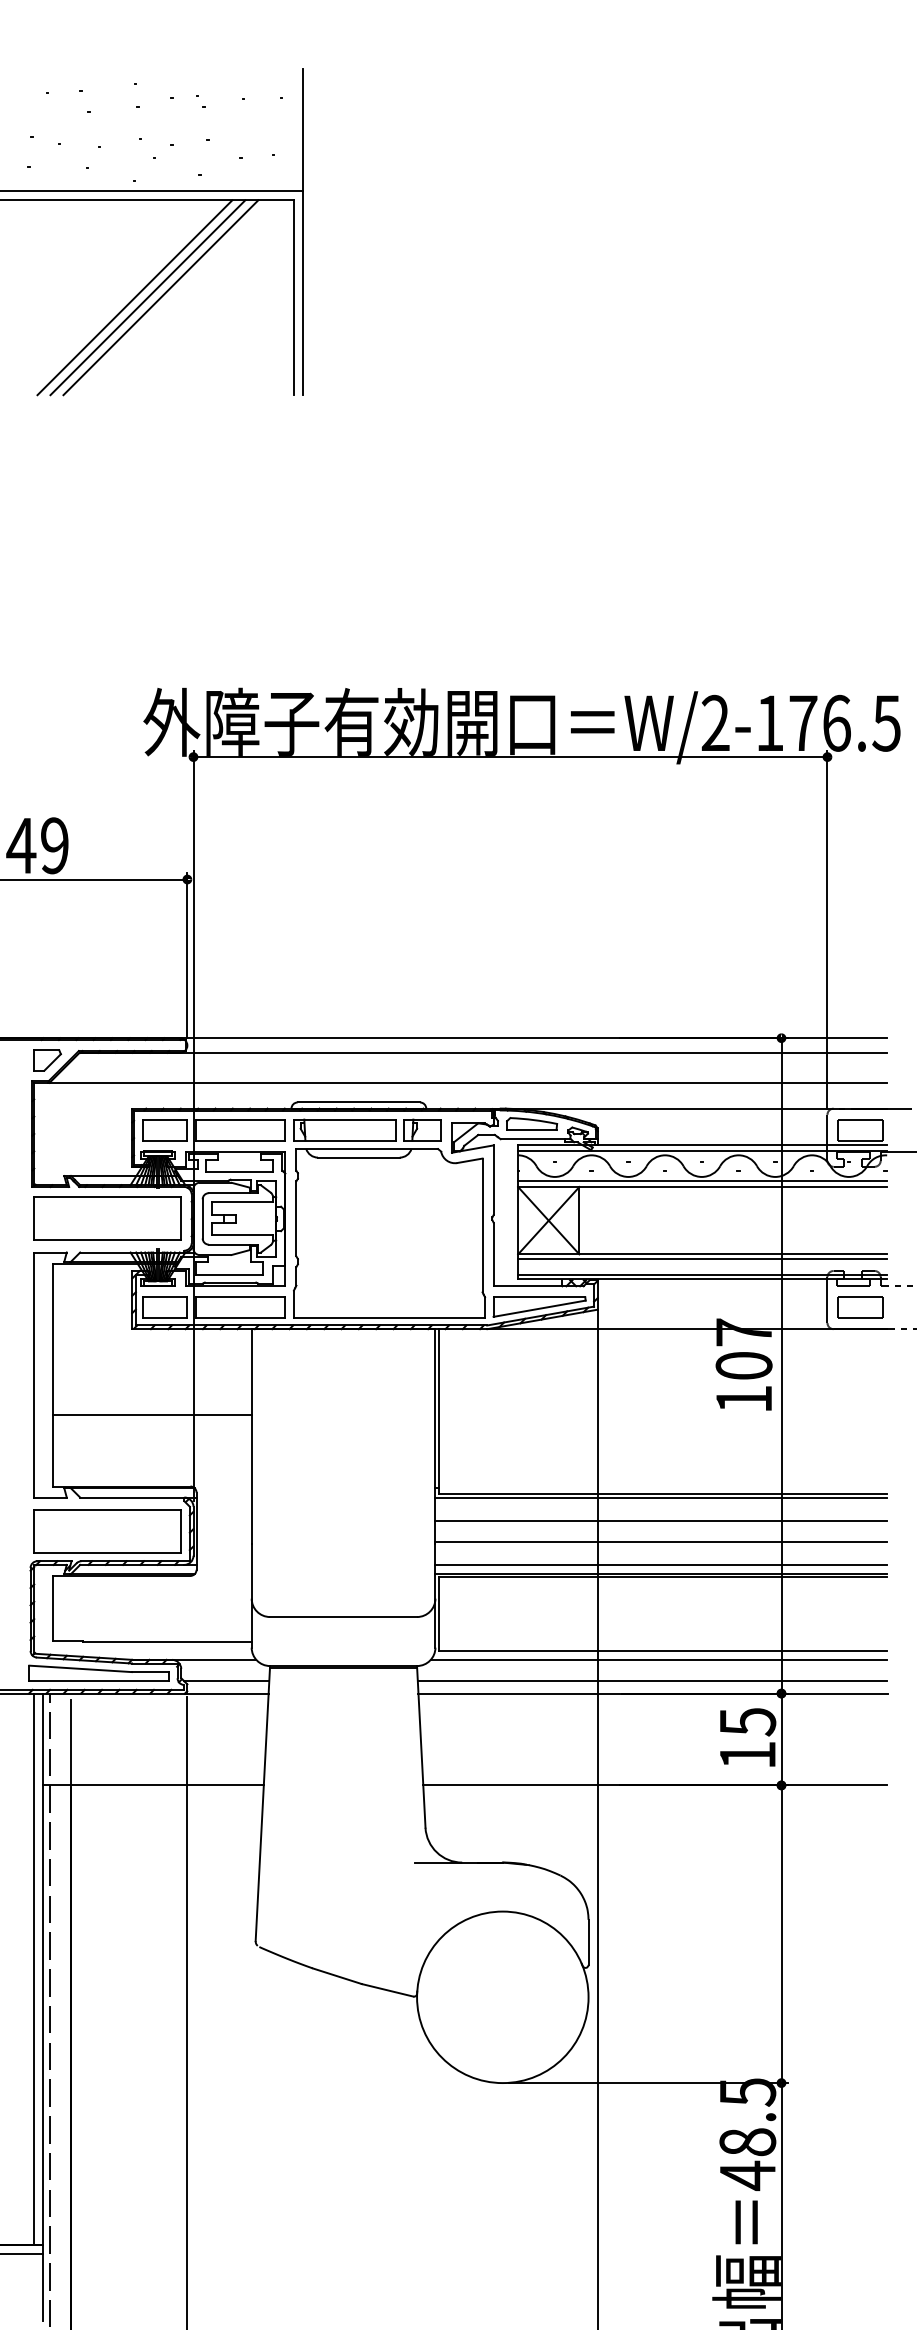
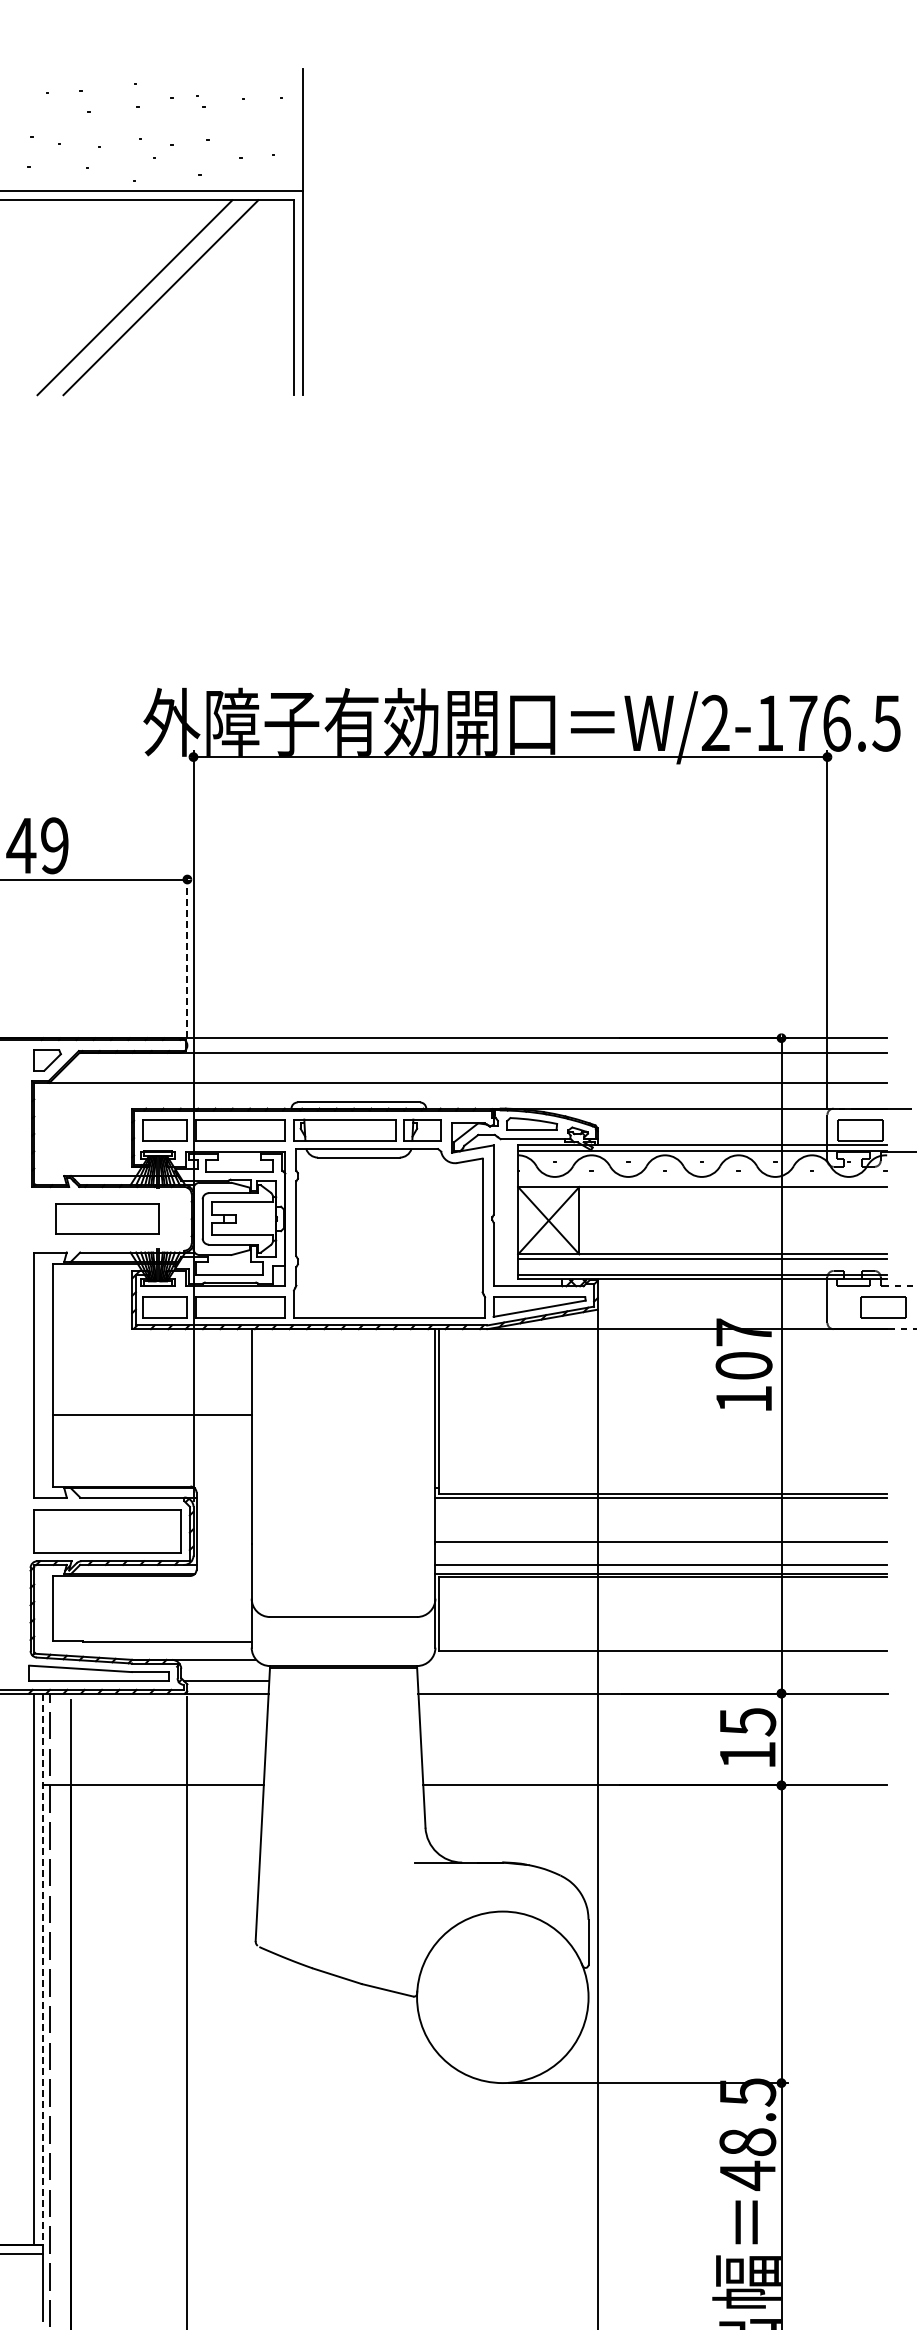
line at (147, 297): present -> none
line at (187, 955): solid -> dashed
line at (702, 1180): present -> none
part at (107, 1218) size: 149x45 px -> 105x32 px
part at (860, 1307) position: (860, 1307) -> (883, 1307)
line at (661, 1520): present -> none
line at (658, 1659): present -> none
line at (652, 1681): present -> none
line at (43, 1969): solid -> dashed
